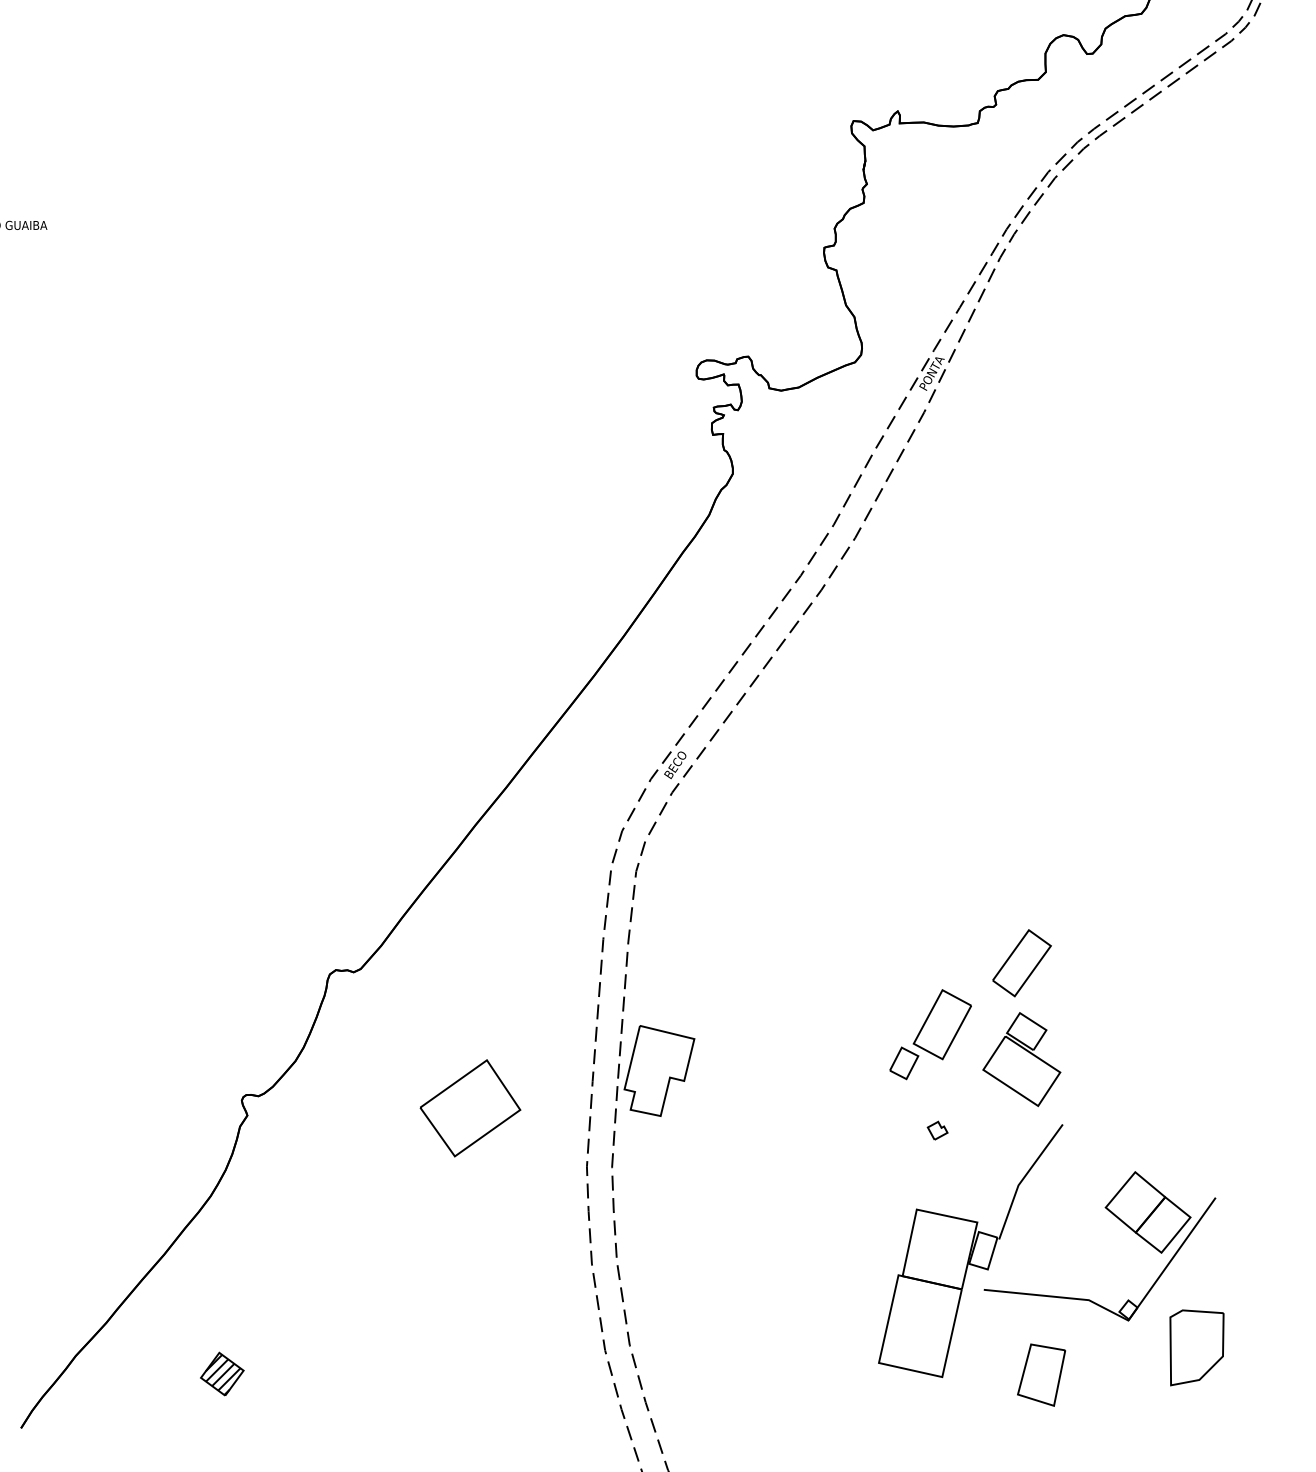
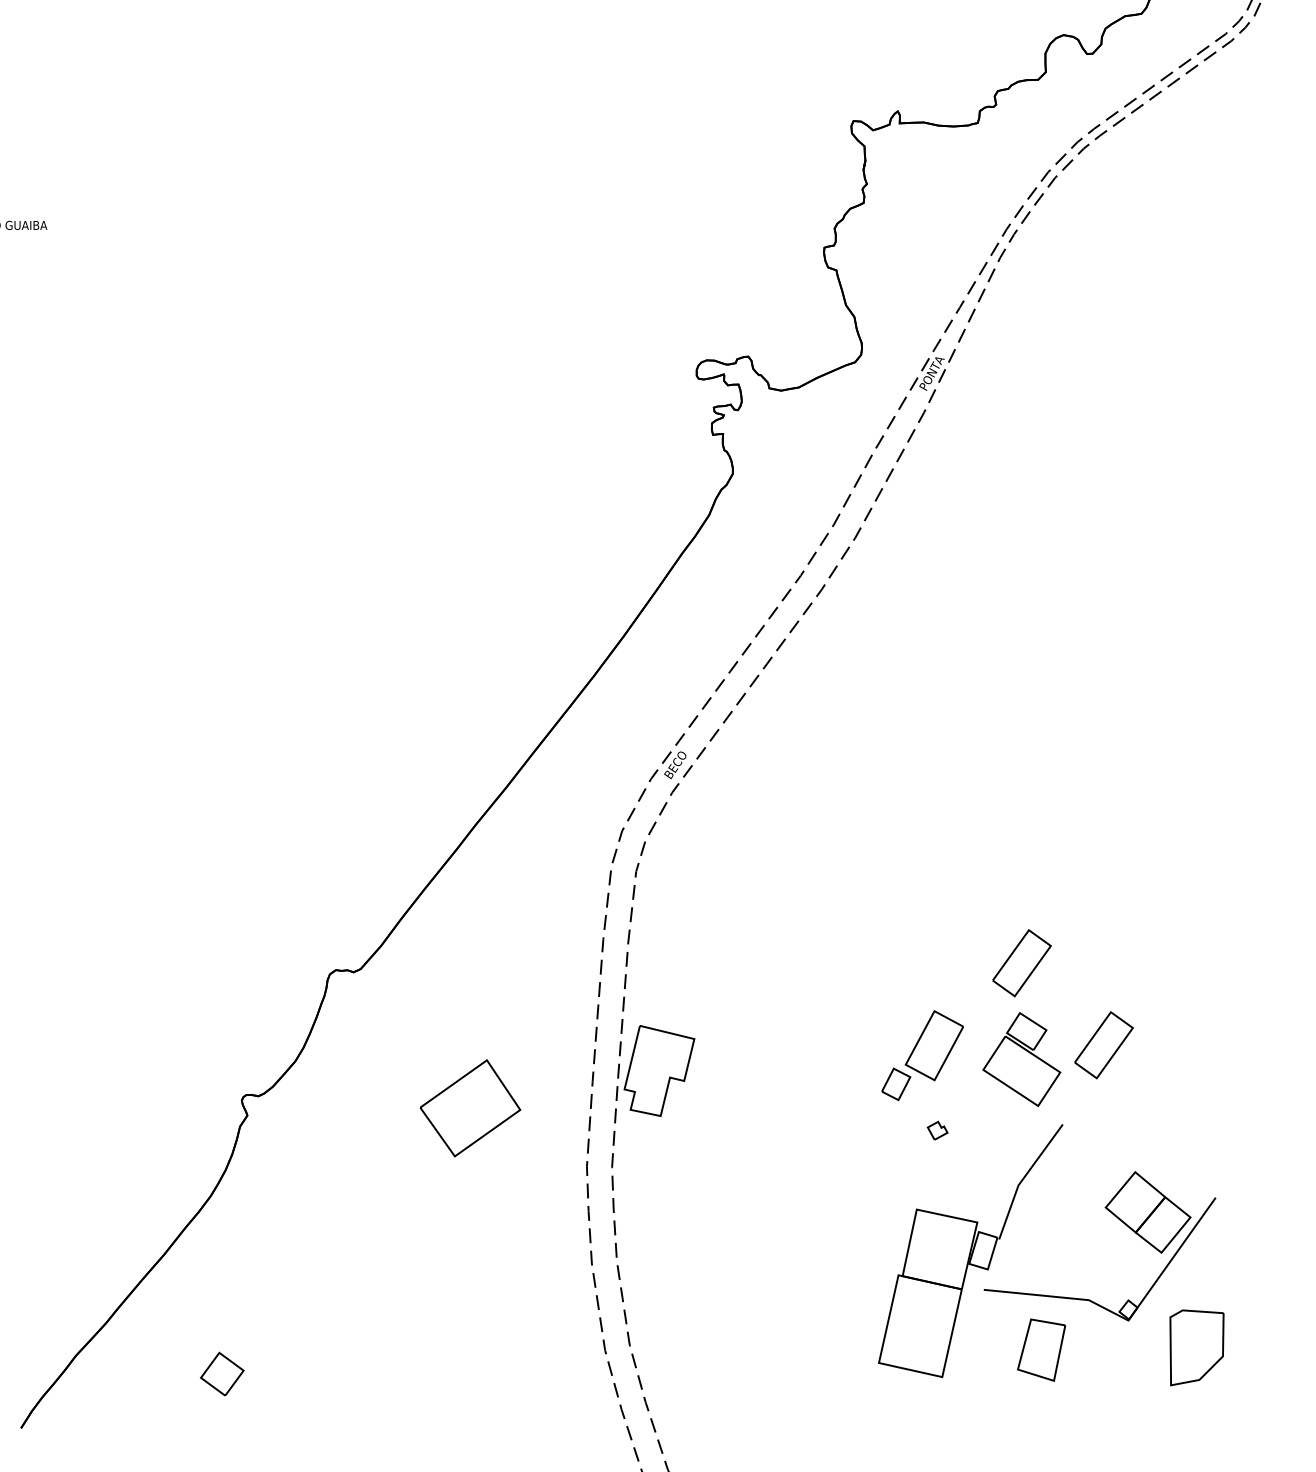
part at (930, 1034) position: (930, 1034) -> (922, 1055)
part at (1103, 1045): none -> present
hatch at (222, 1374): present -> none
part at (1041, 1374) position: (1041, 1374) -> (1041, 1349)
